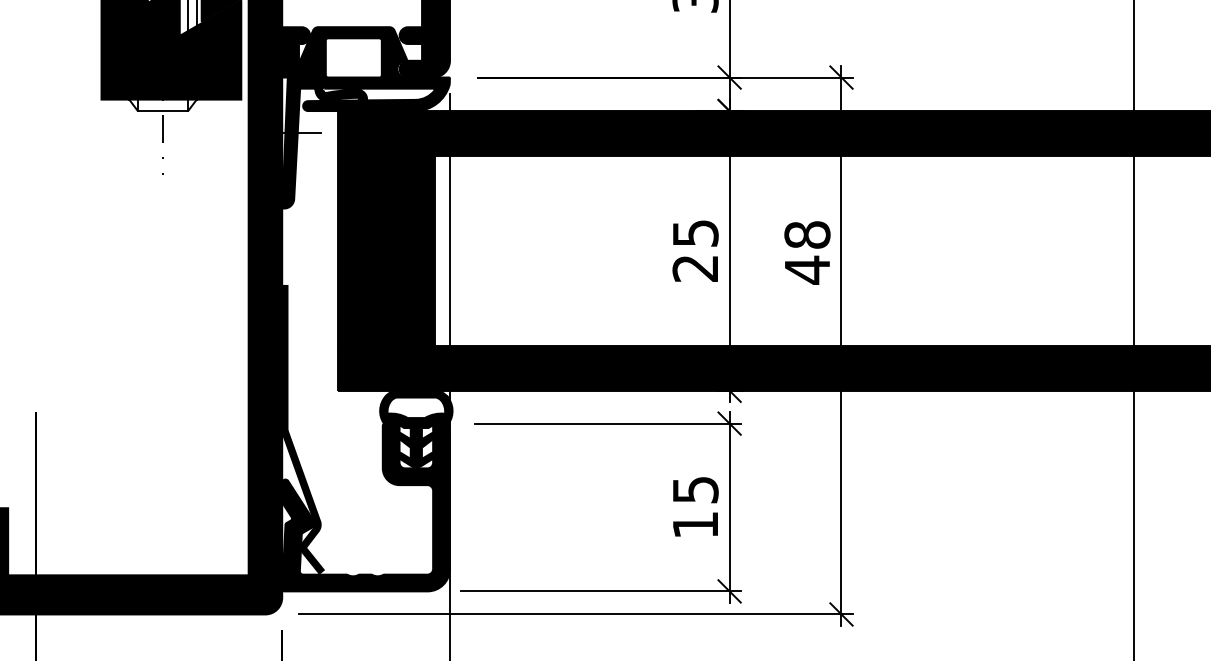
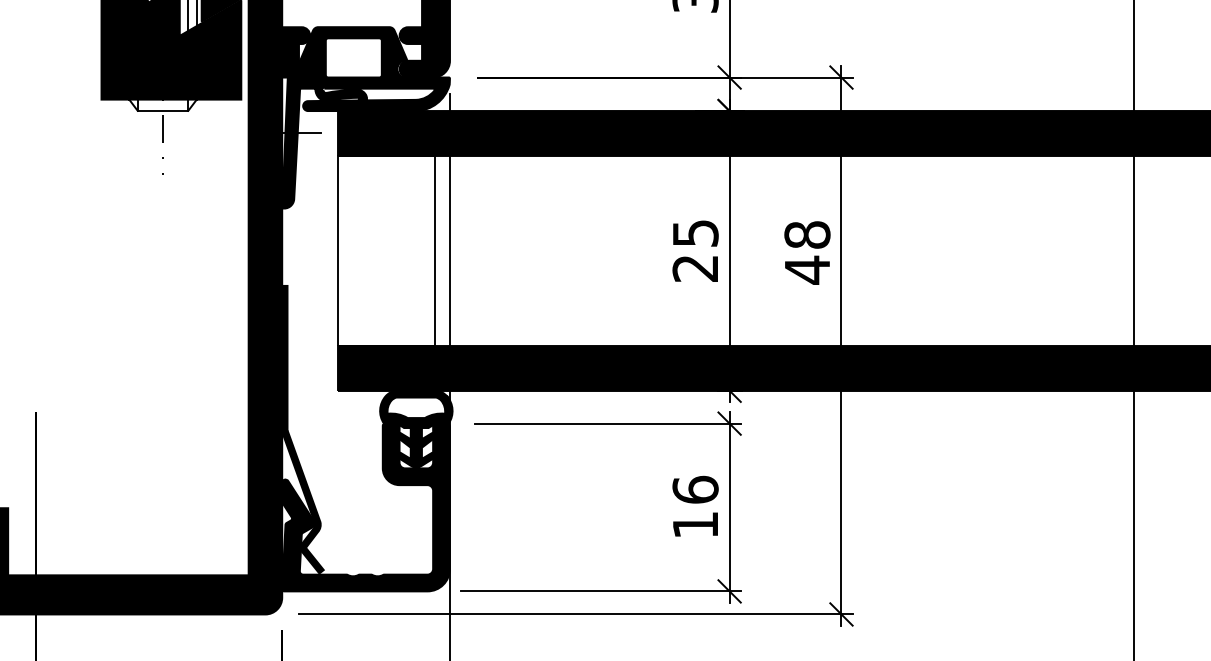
fill at (386, 250): present -> none
text at (695, 489): 15 -> 16
